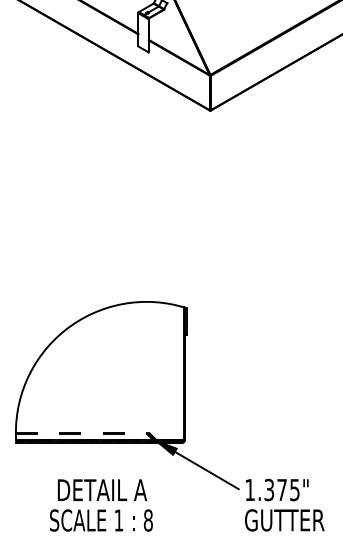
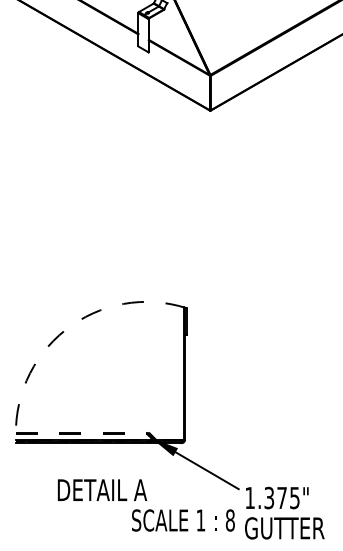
arc at (65, 330): solid -> dashed
text at (284, 504) position: (284, 504) -> (284, 512)
text at (101, 520) position: (101, 520) -> (183, 520)
